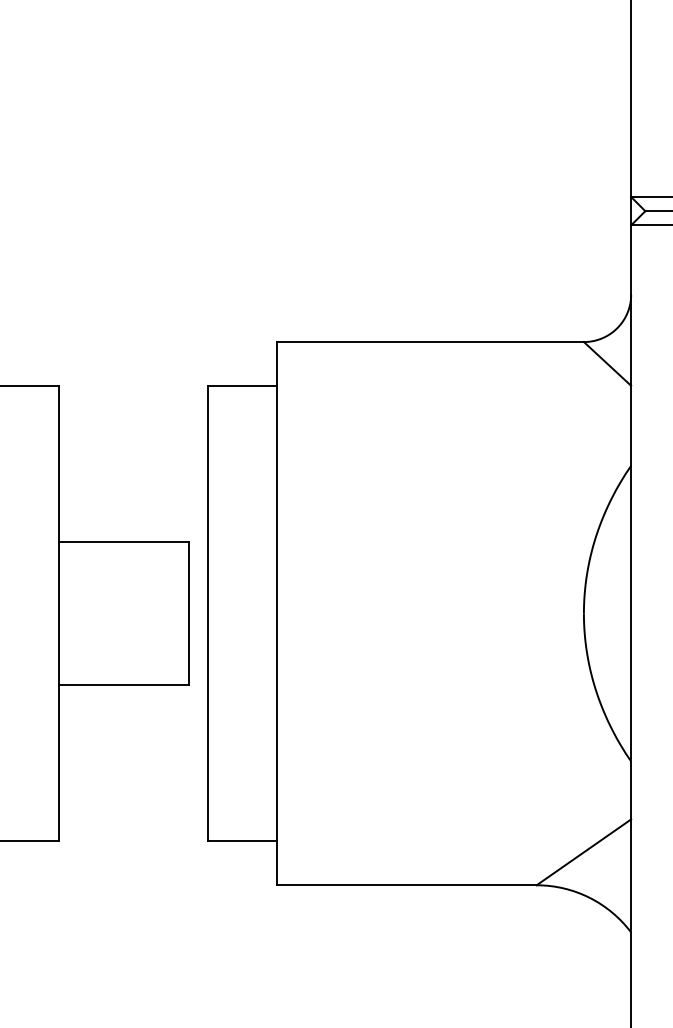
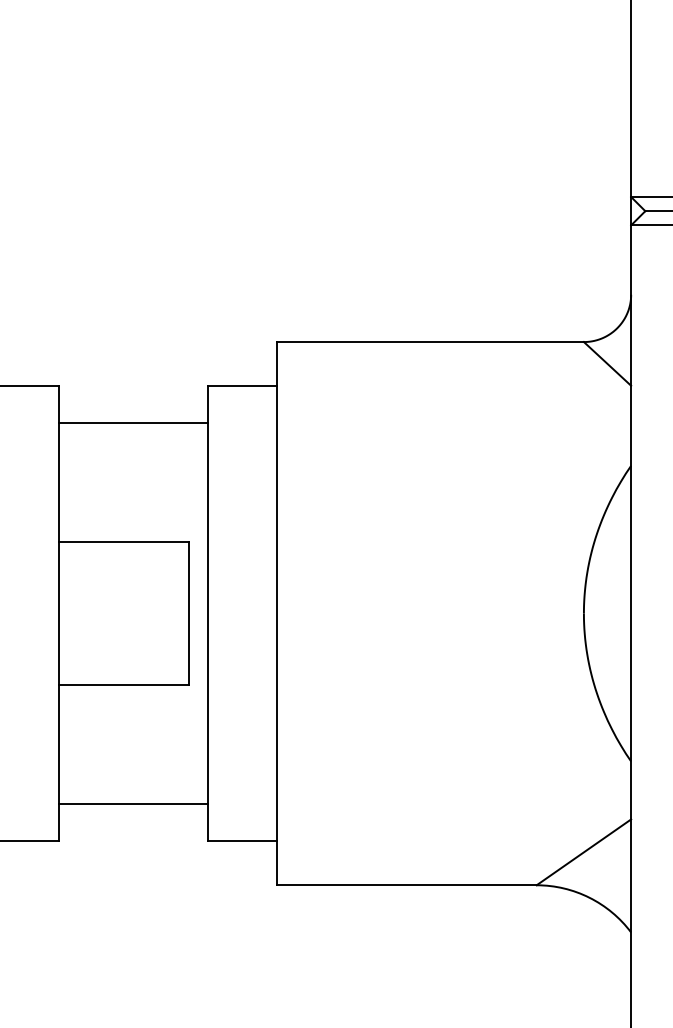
line at (133, 423): none -> present
line at (133, 804): none -> present
